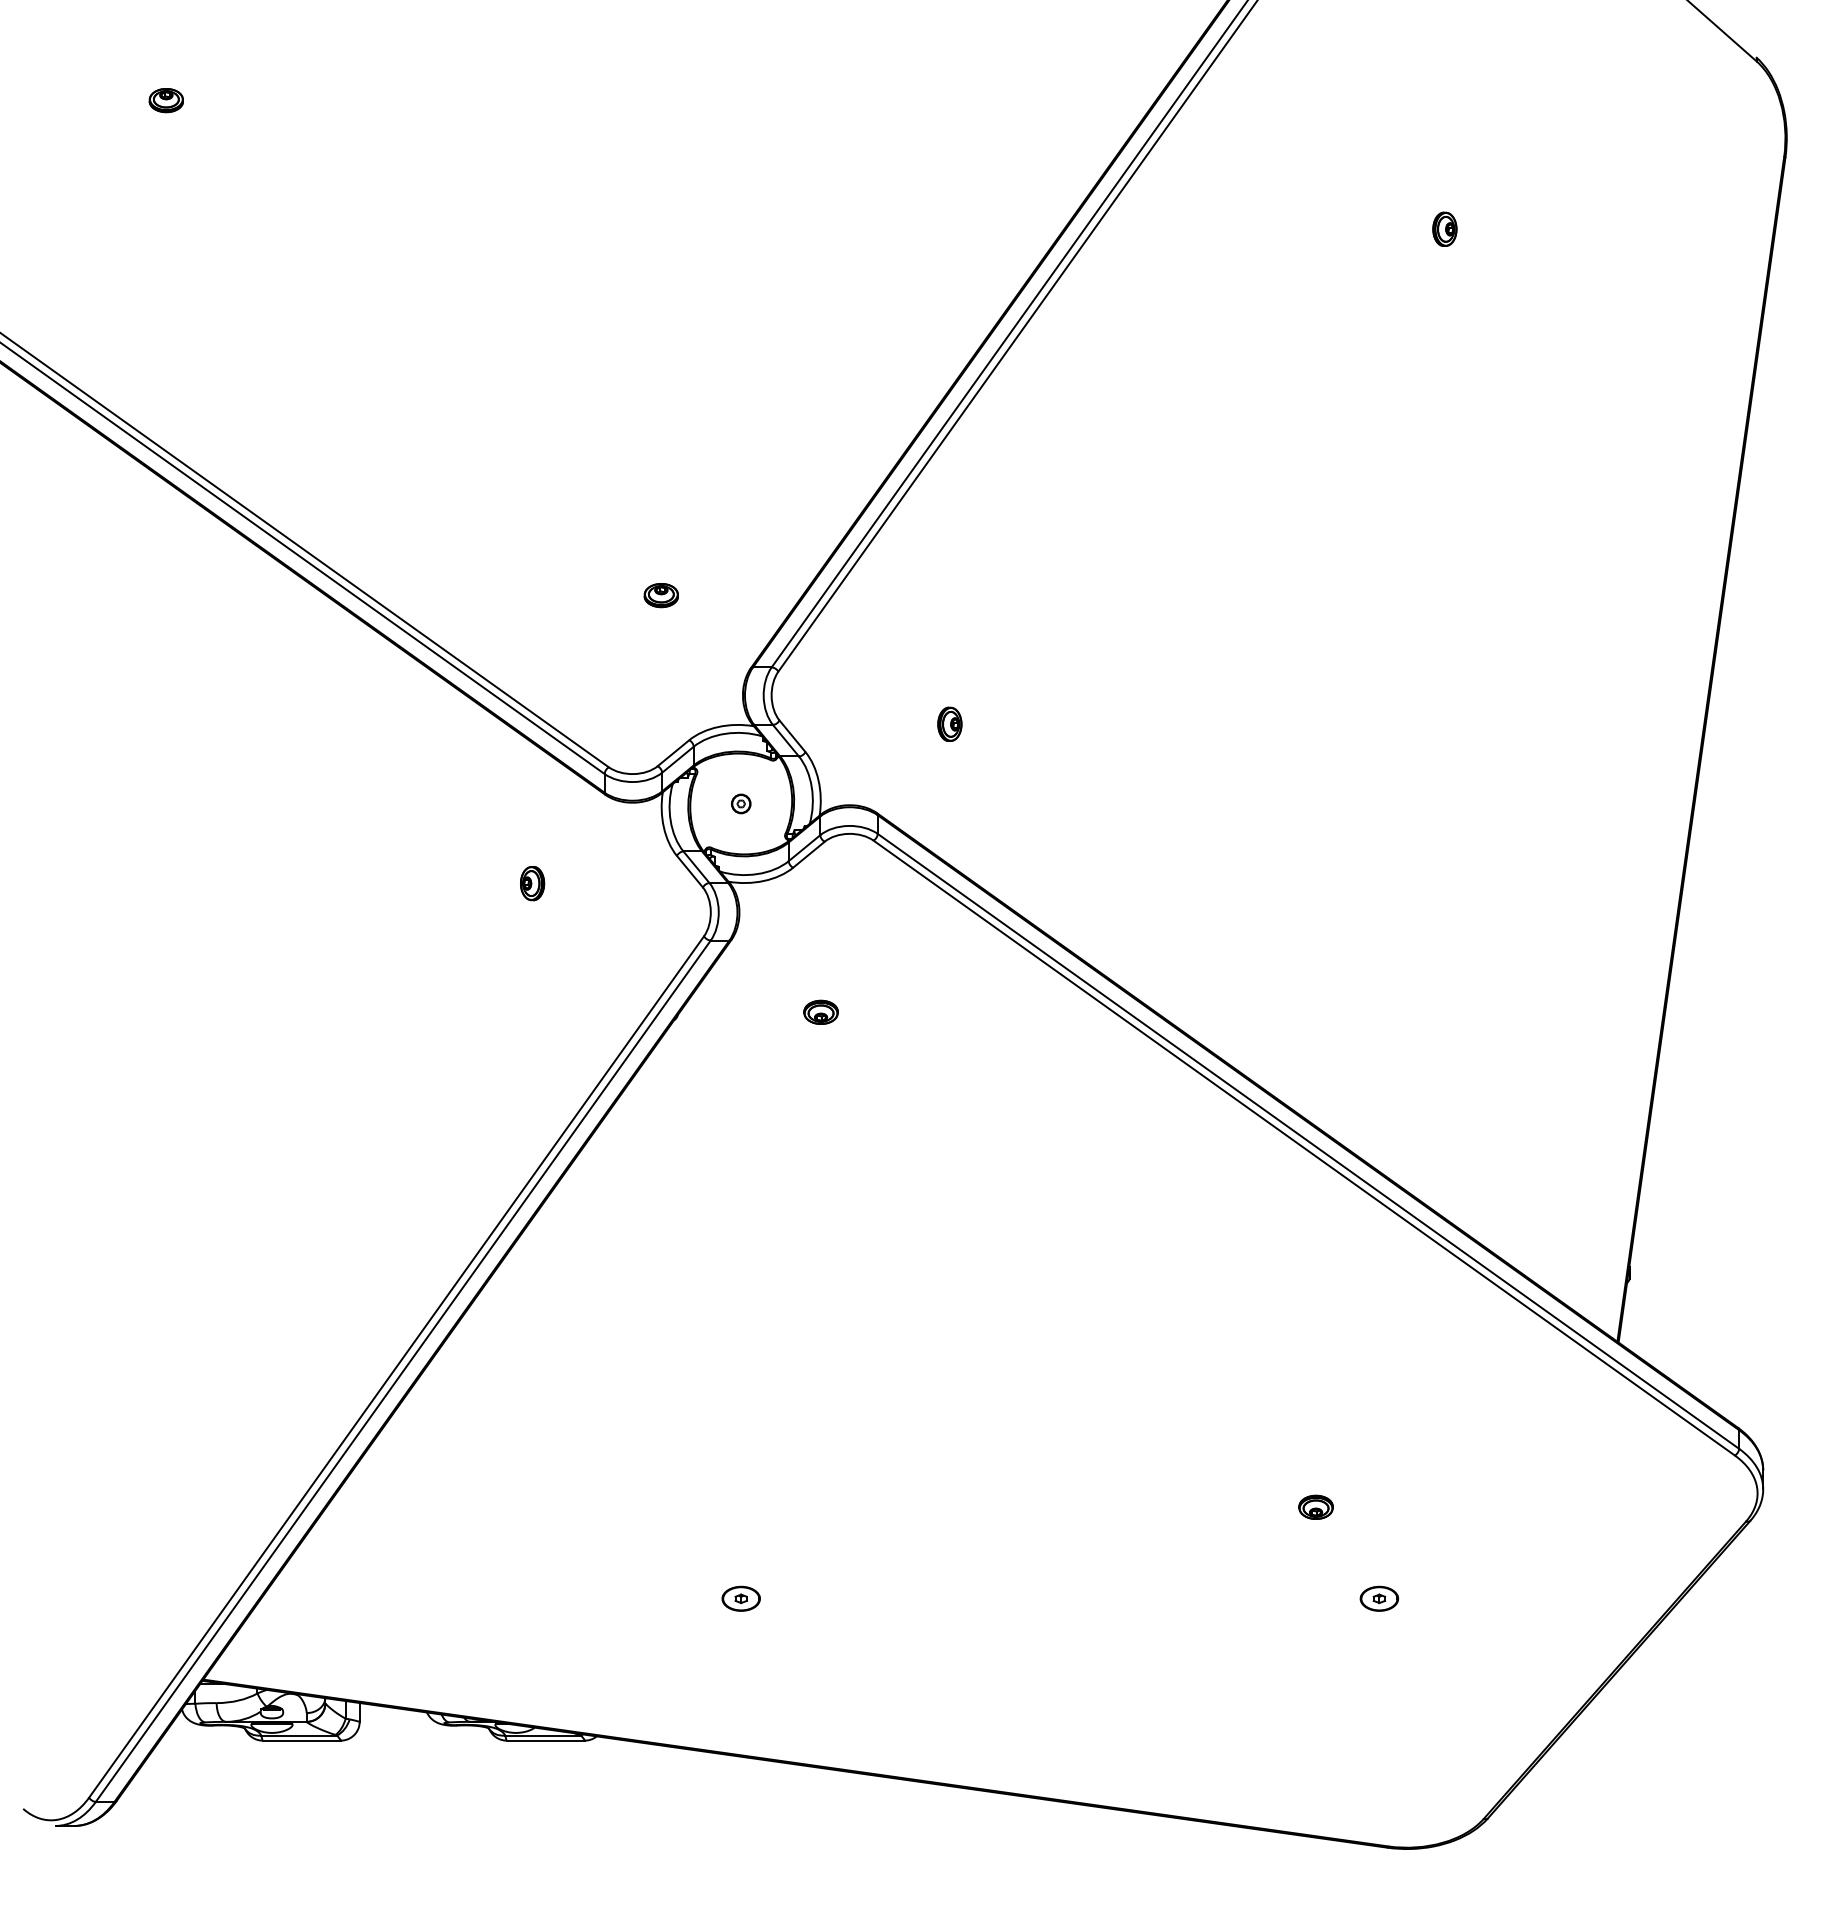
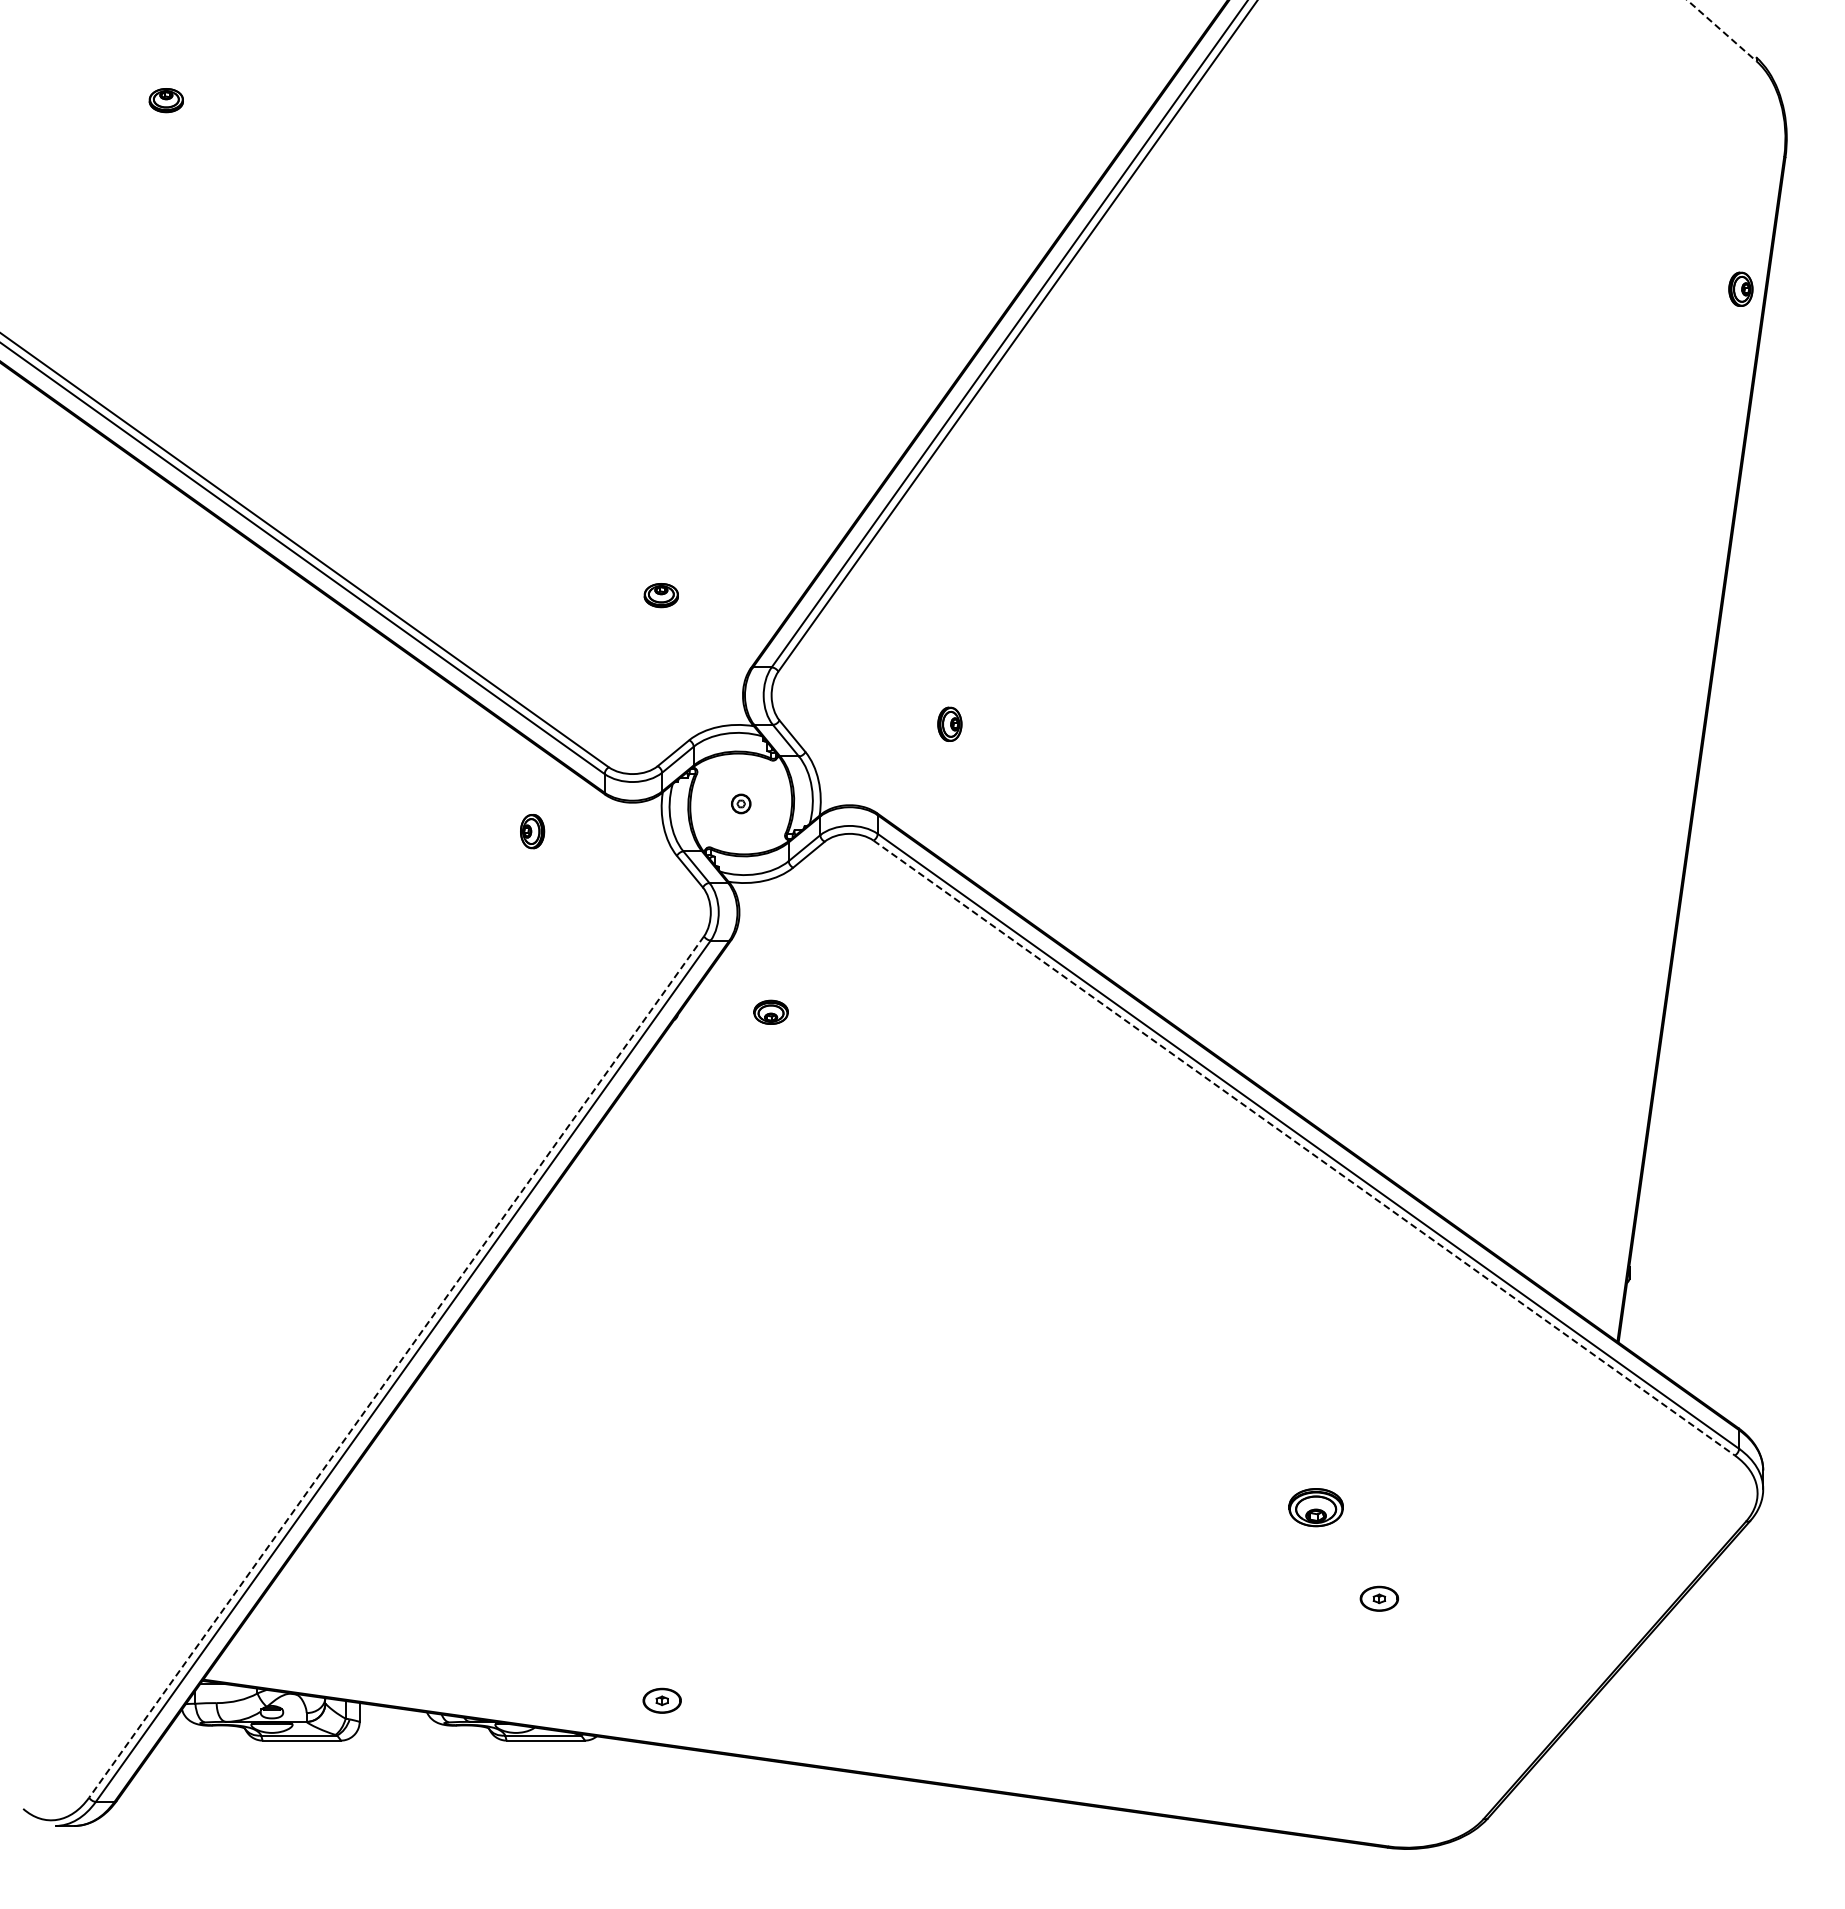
line at (1722, 31): solid -> dashed
part at (1444, 228) position: (1444, 228) -> (1740, 288)
part at (532, 883) position: (532, 883) -> (532, 831)
part at (820, 1011) position: (820, 1011) -> (770, 1011)
line at (1304, 1148): solid -> dashed
line at (396, 1367): solid -> dashed
part at (1315, 1506) size: 36x26 px -> 56x40 px
part at (740, 1598) position: (740, 1598) -> (661, 1700)
